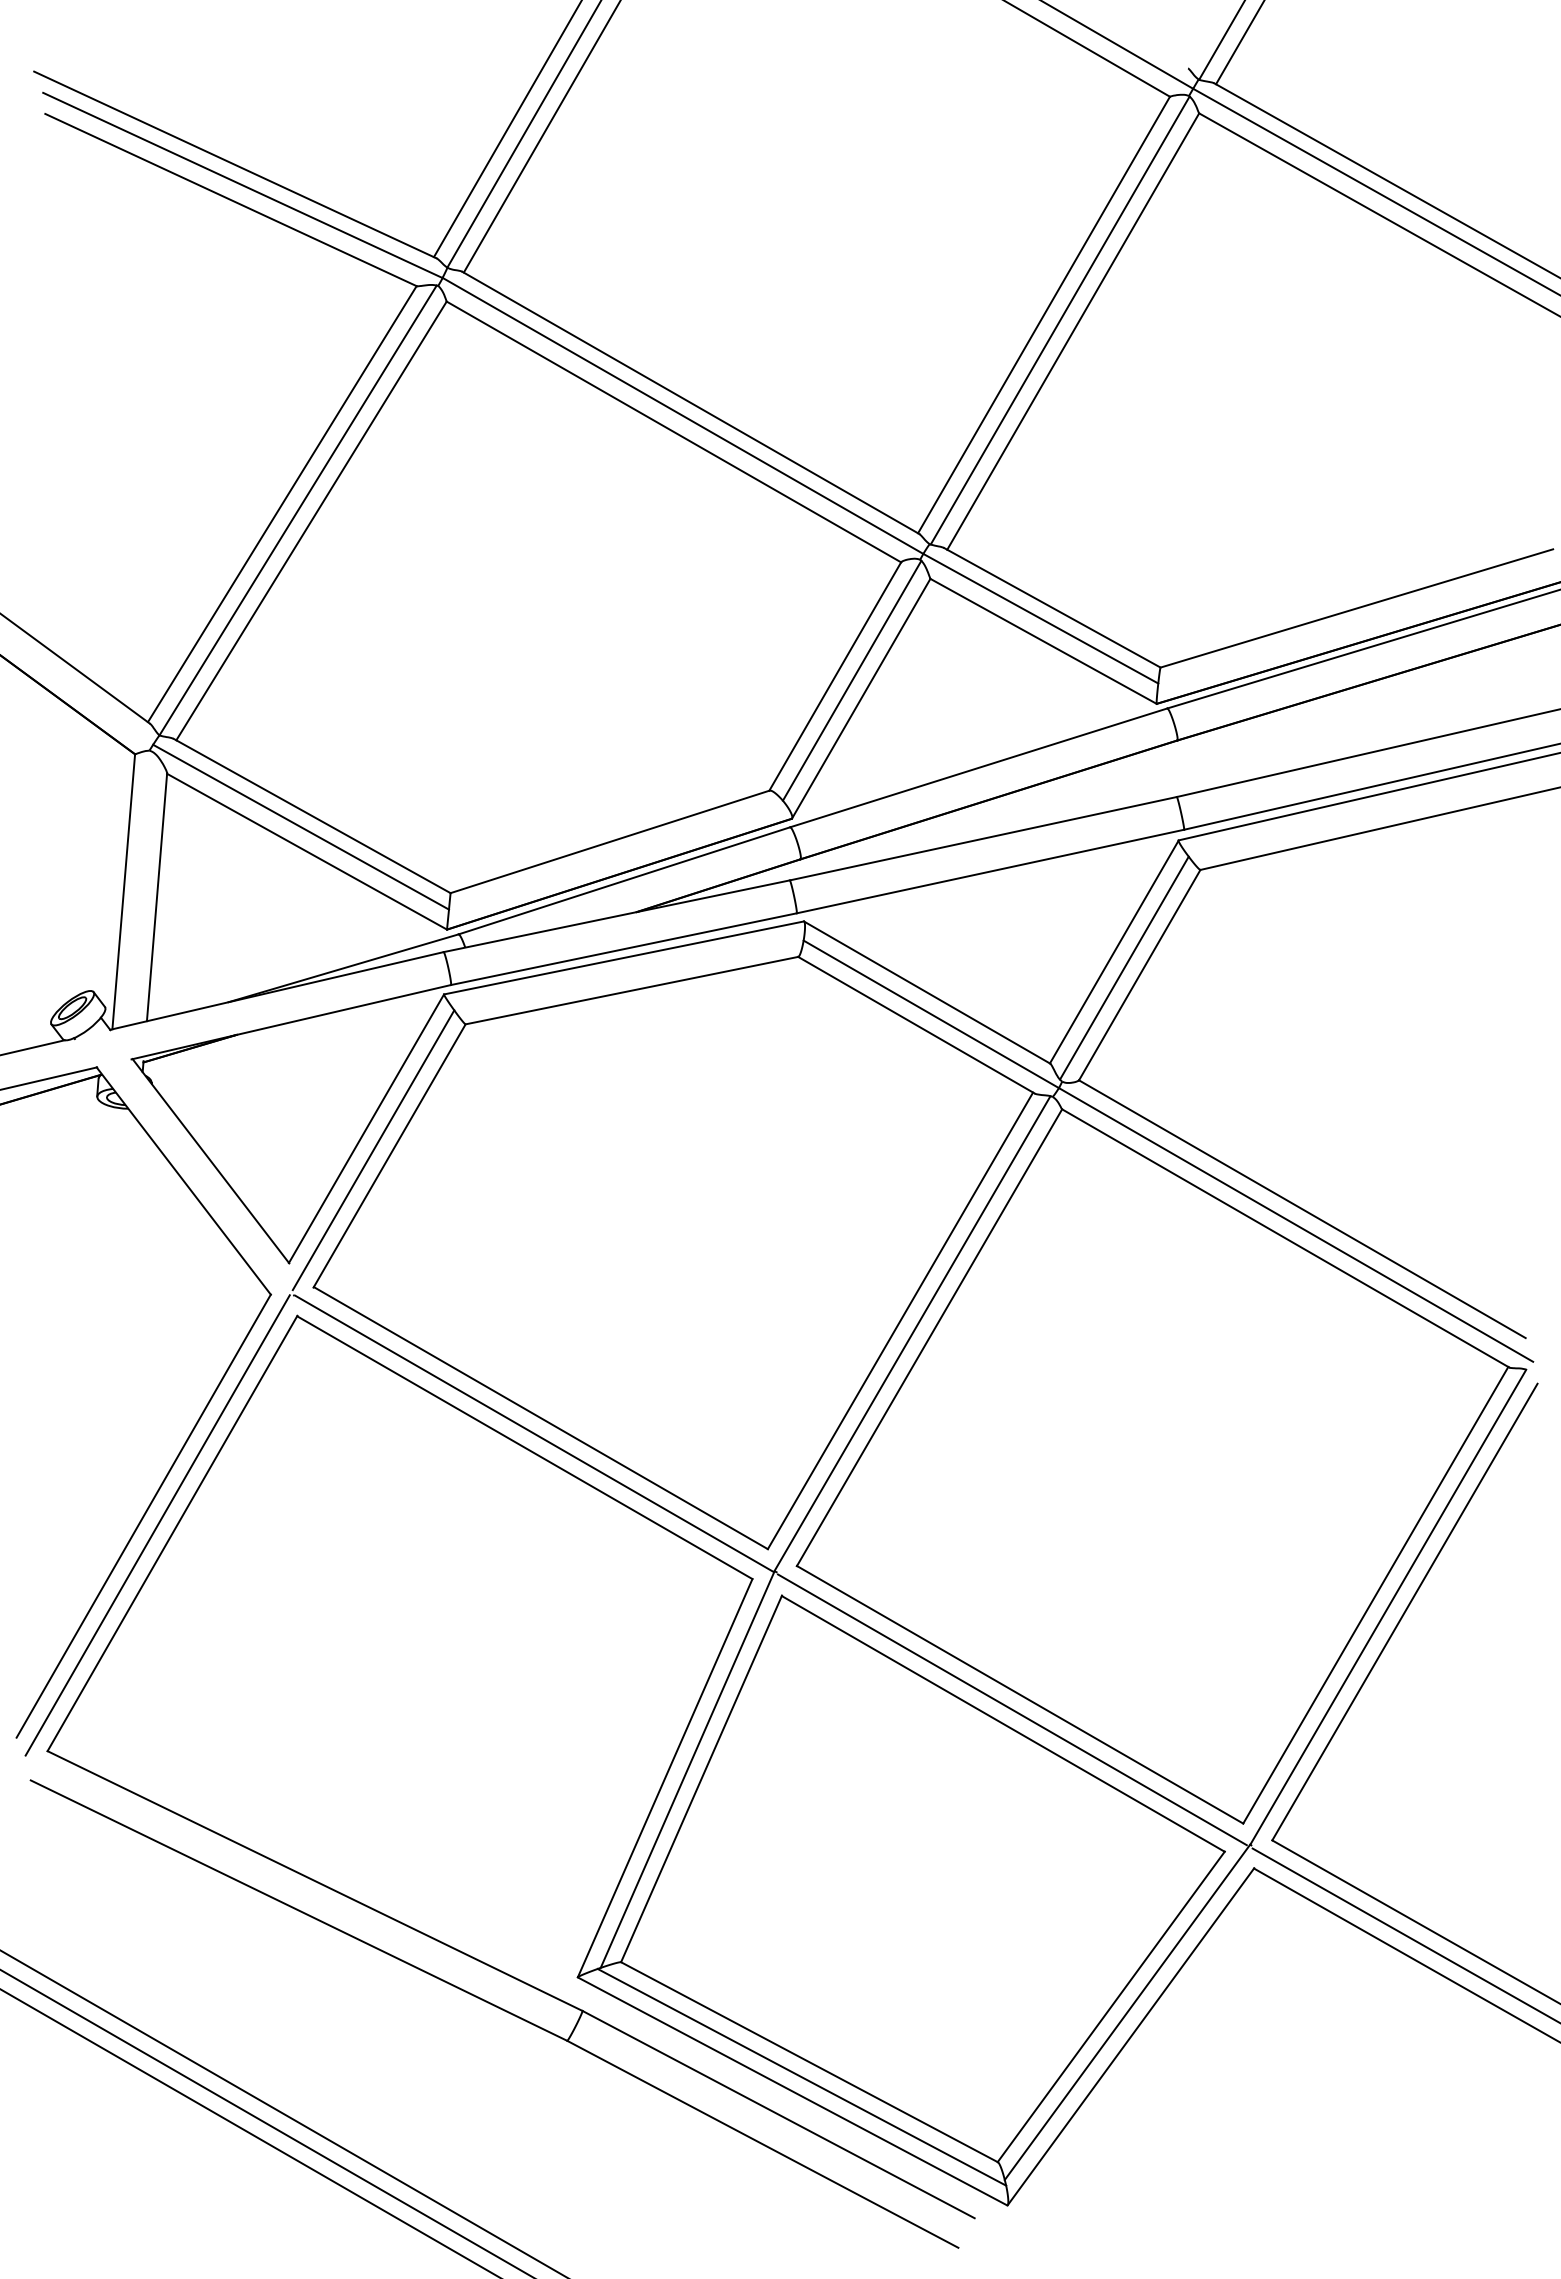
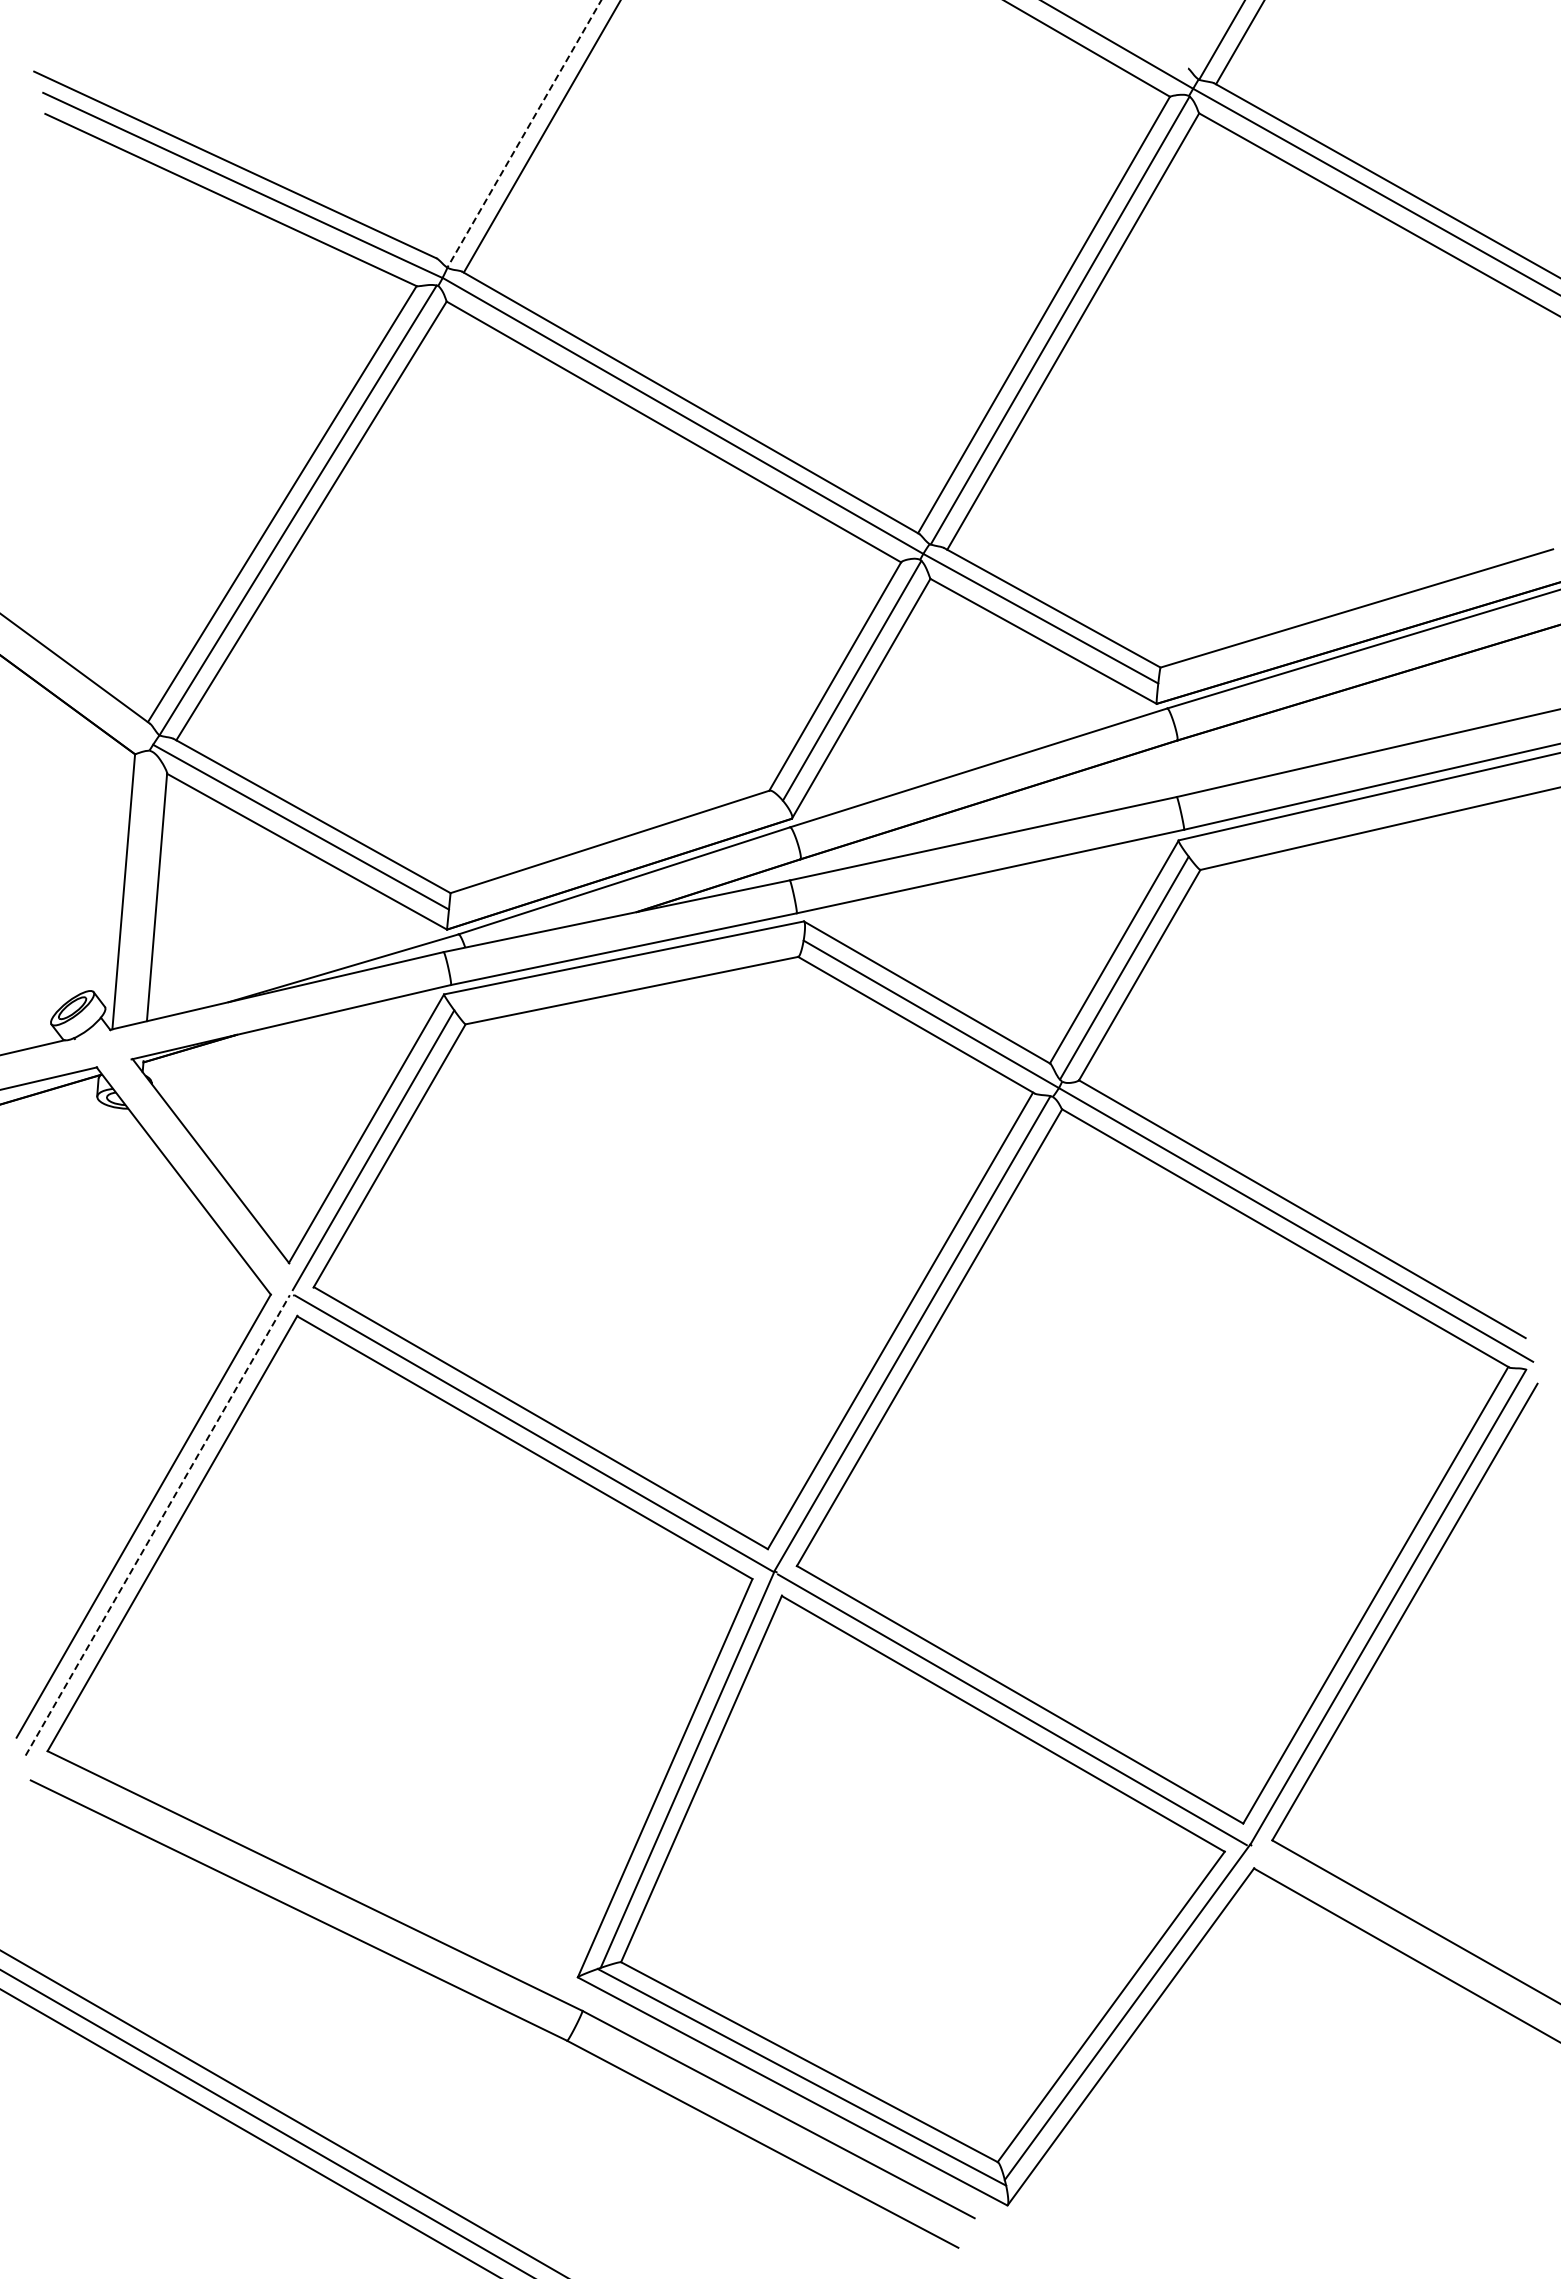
line at (506, 129): present -> none
line at (524, 134): solid -> dashed
line at (157, 1524): solid -> dashed
line at (1404, 1934): present -> none
